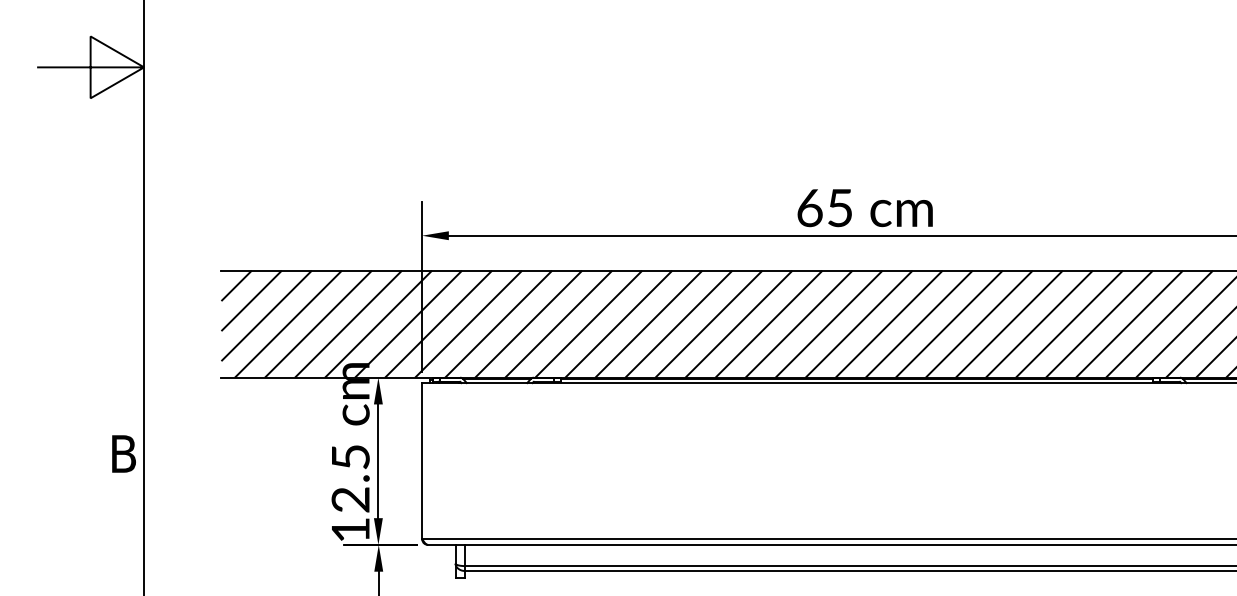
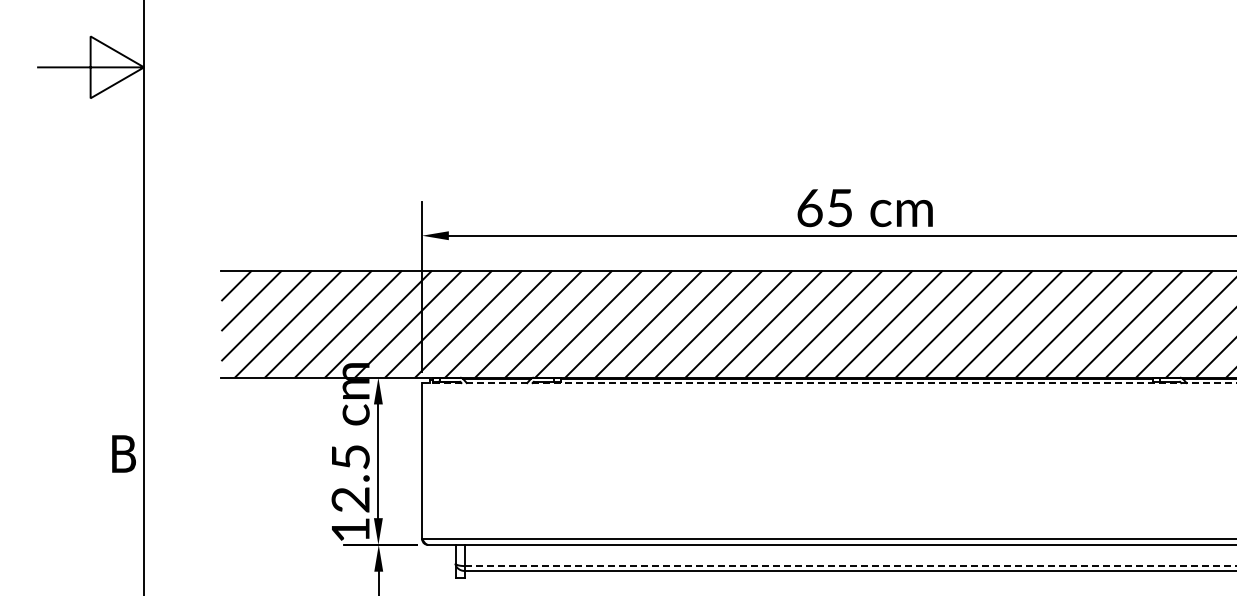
line at (829, 383): solid -> dashed
line at (851, 566): solid -> dashed
